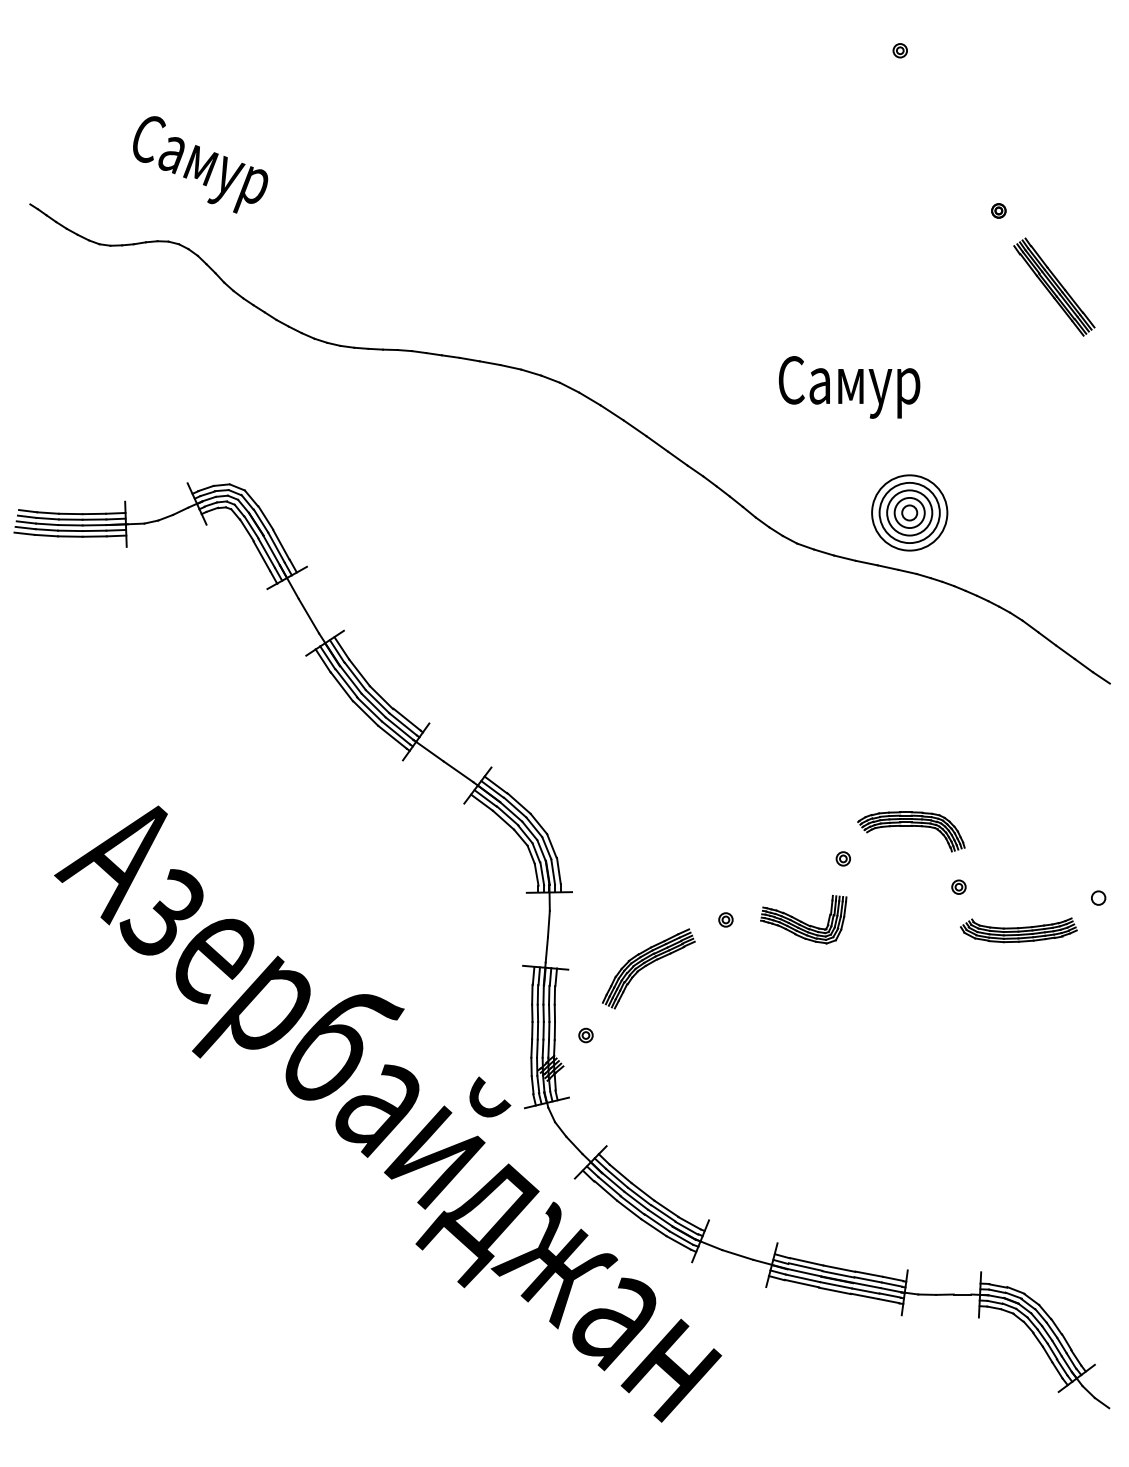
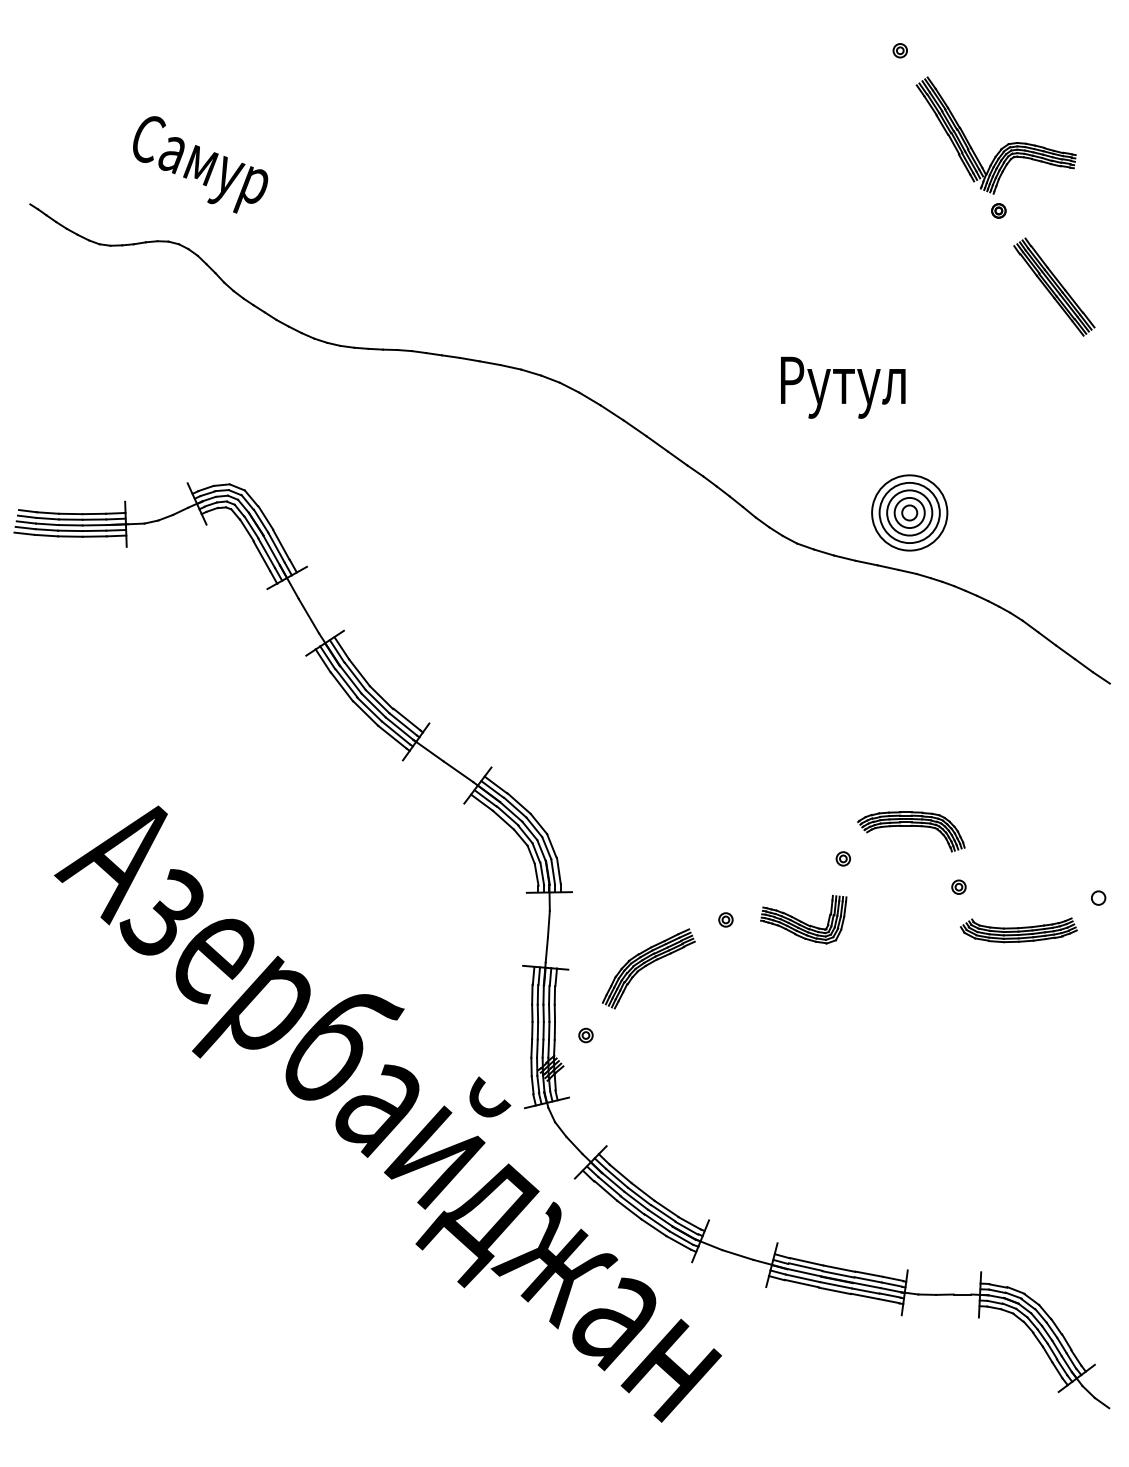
part at (1001, 147): none -> present
text at (849, 387): Самур -> Рутул
